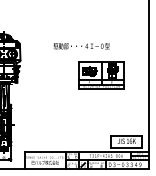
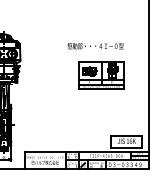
text at (81, 46) position: (81, 46) -> (95, 46)
